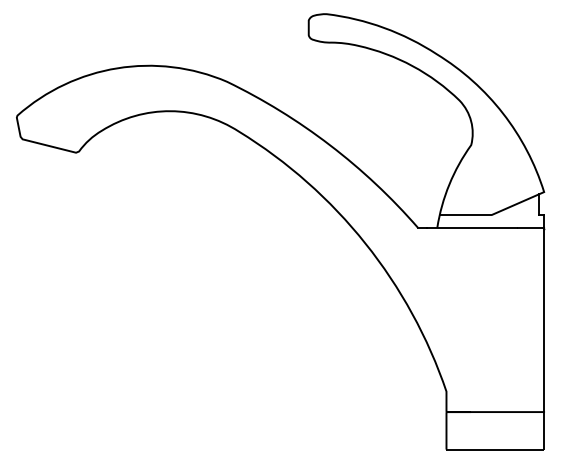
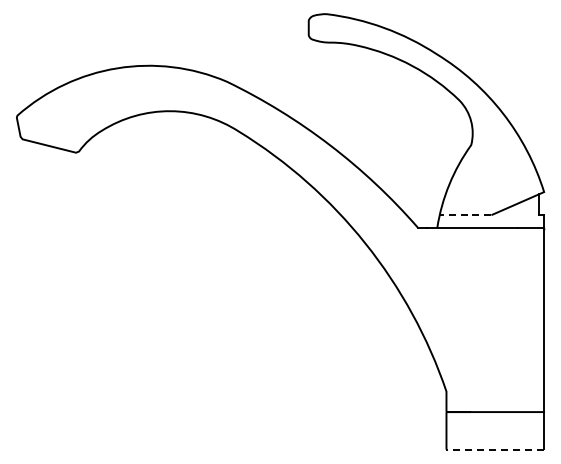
line at (465, 215): solid -> dashed
line at (495, 449): solid -> dashed
